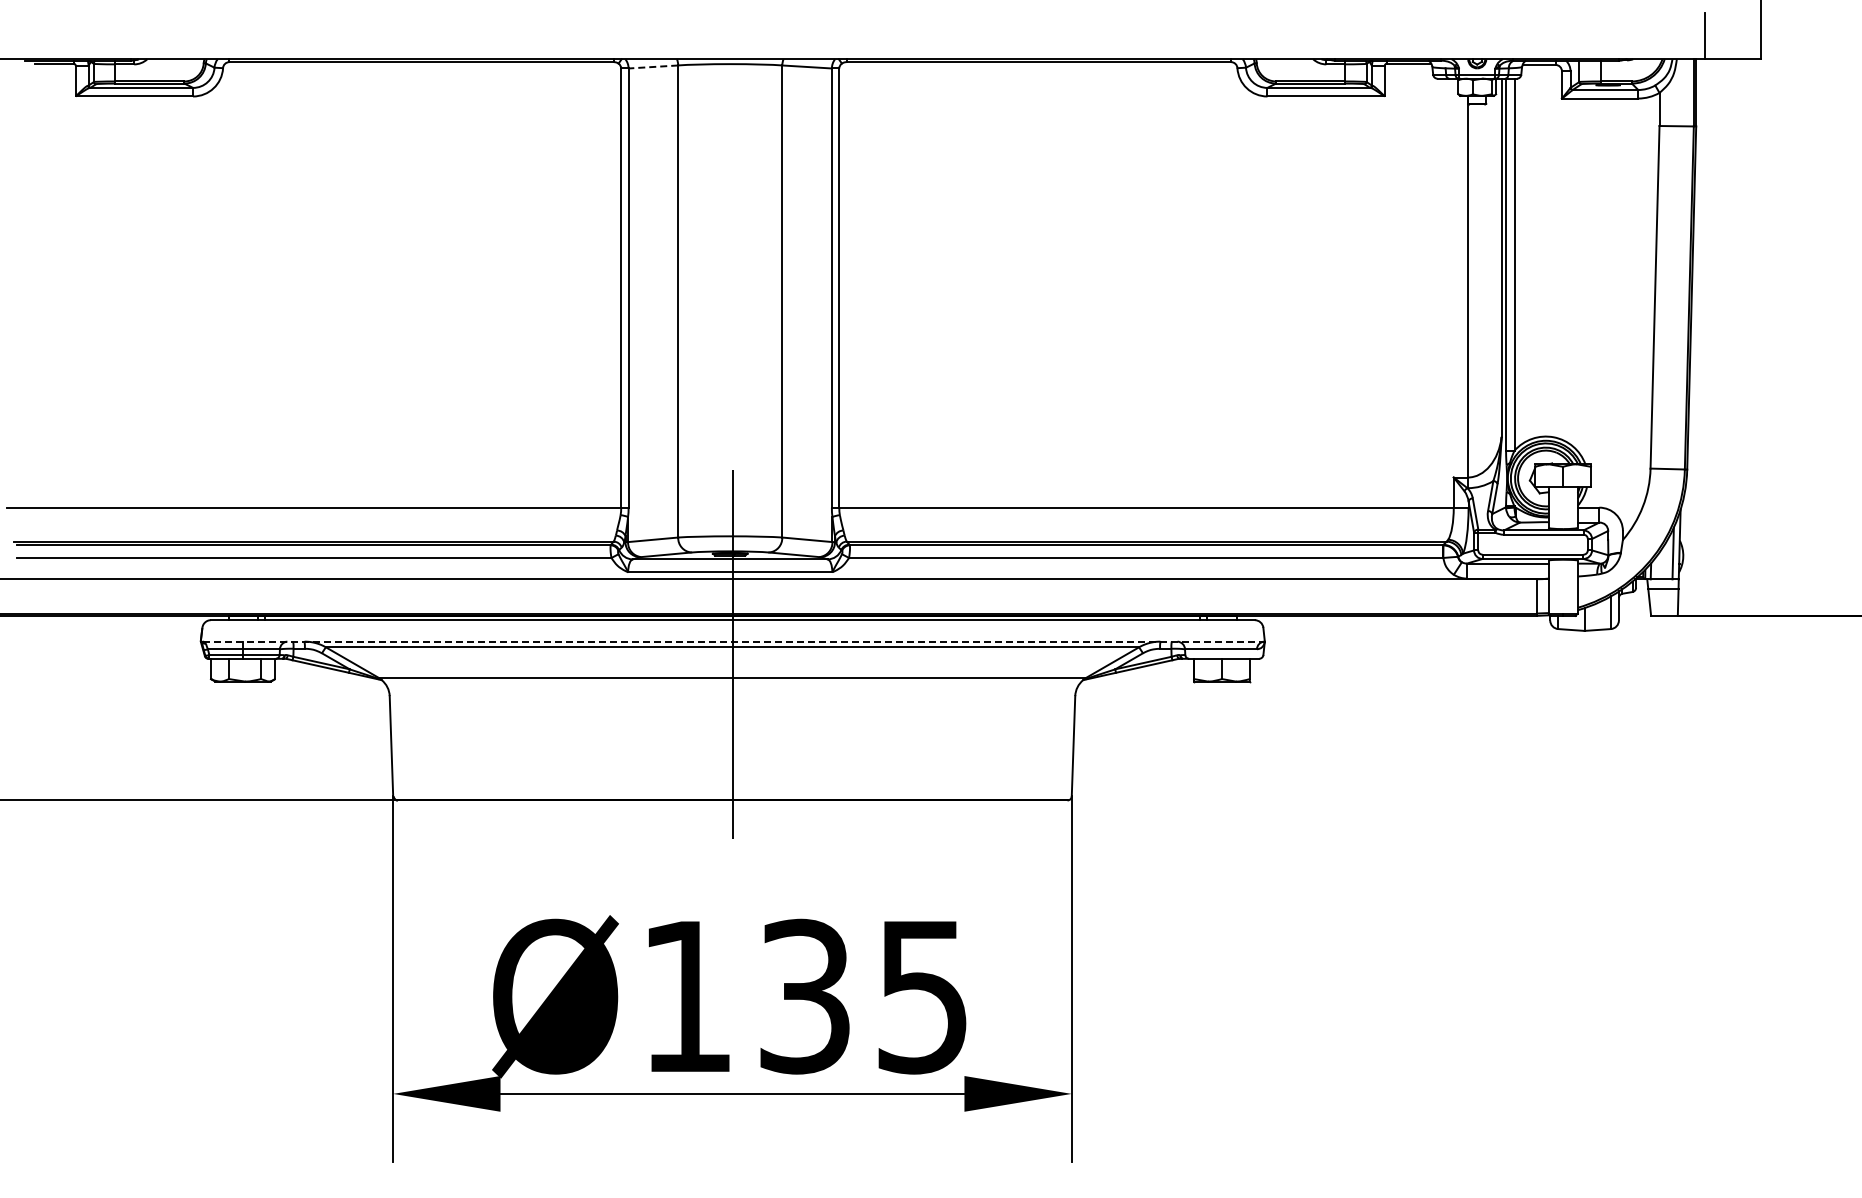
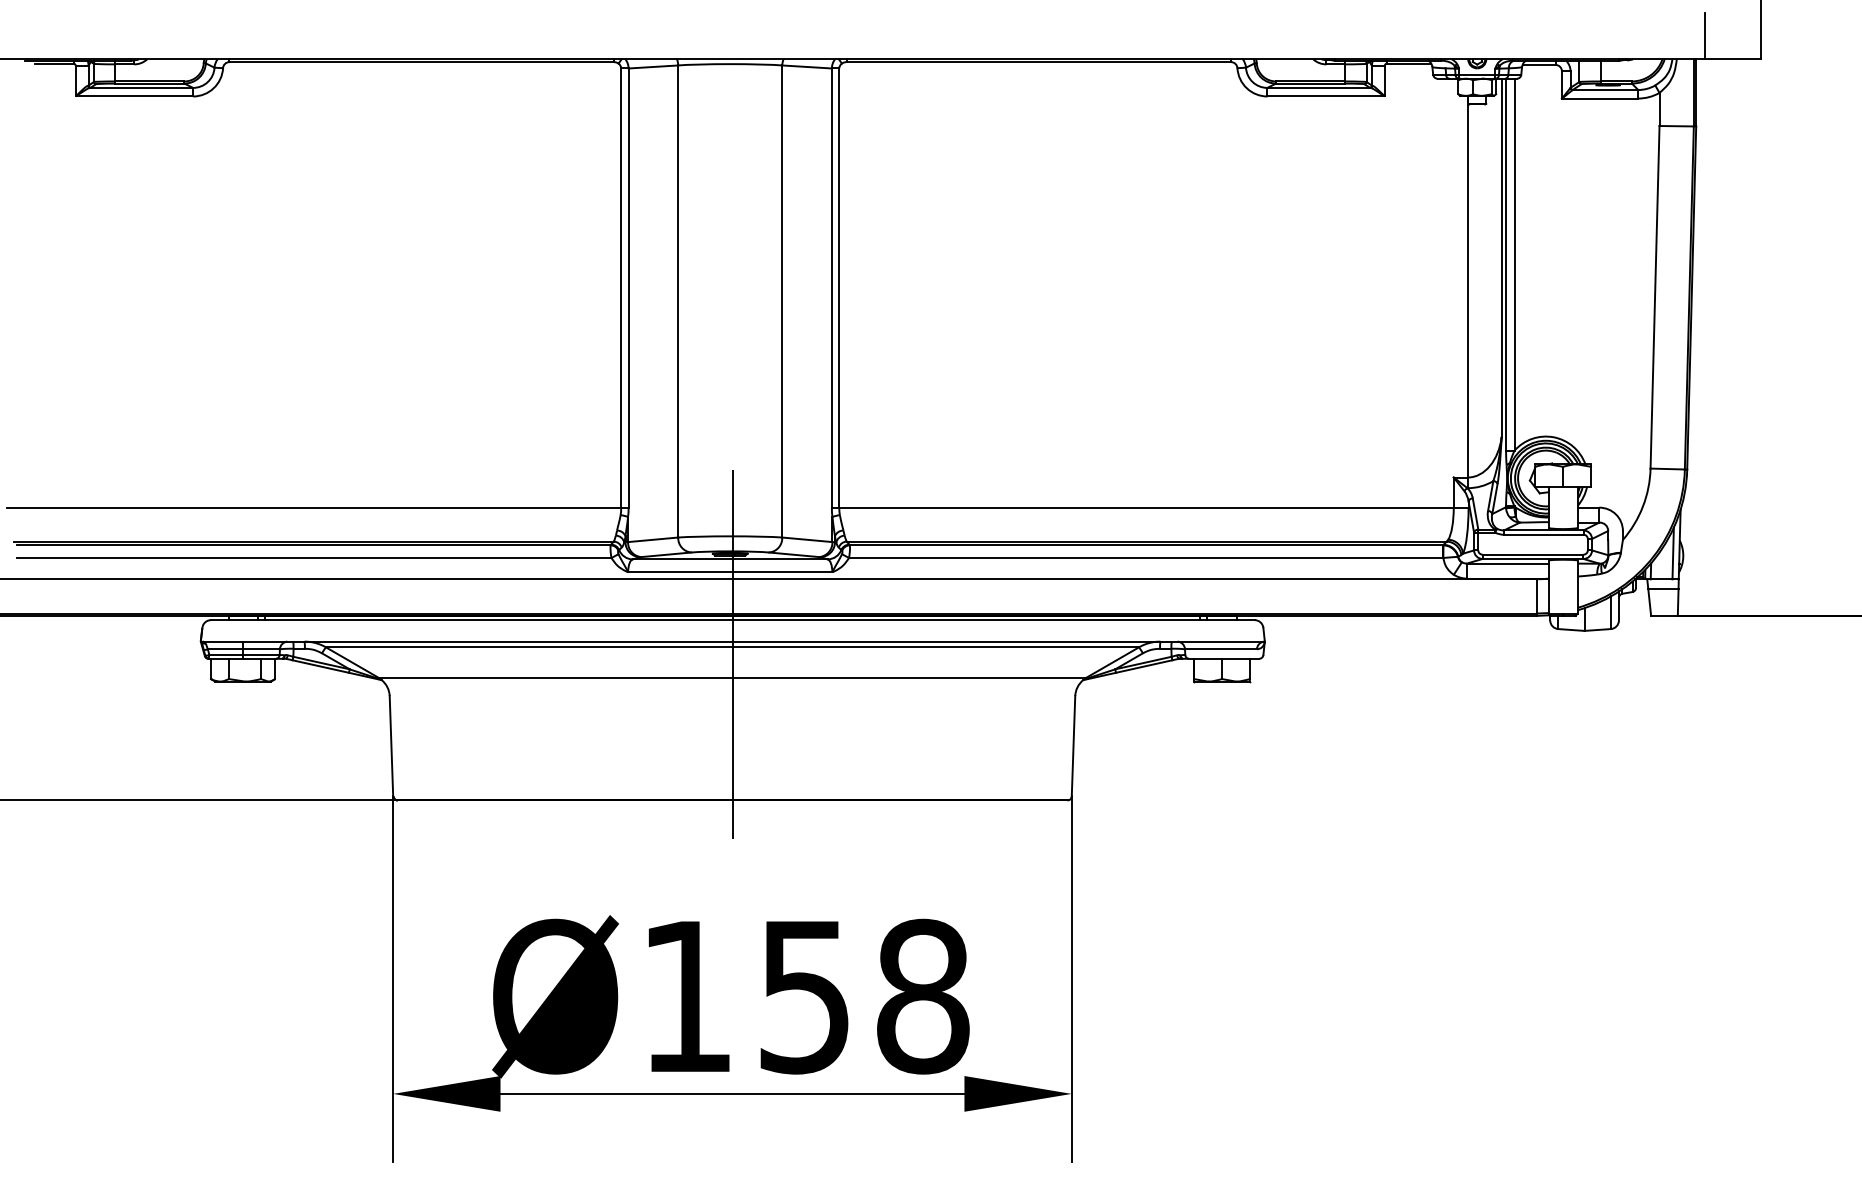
line at (653, 66): dashed -> solid
line at (733, 641): dashed -> solid
text at (864, 996): Ø135 -> Ø158
